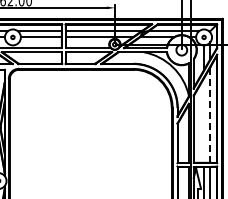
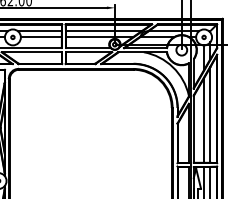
line at (210, 115): dashed -> solid
line at (204, 119): none -> present
